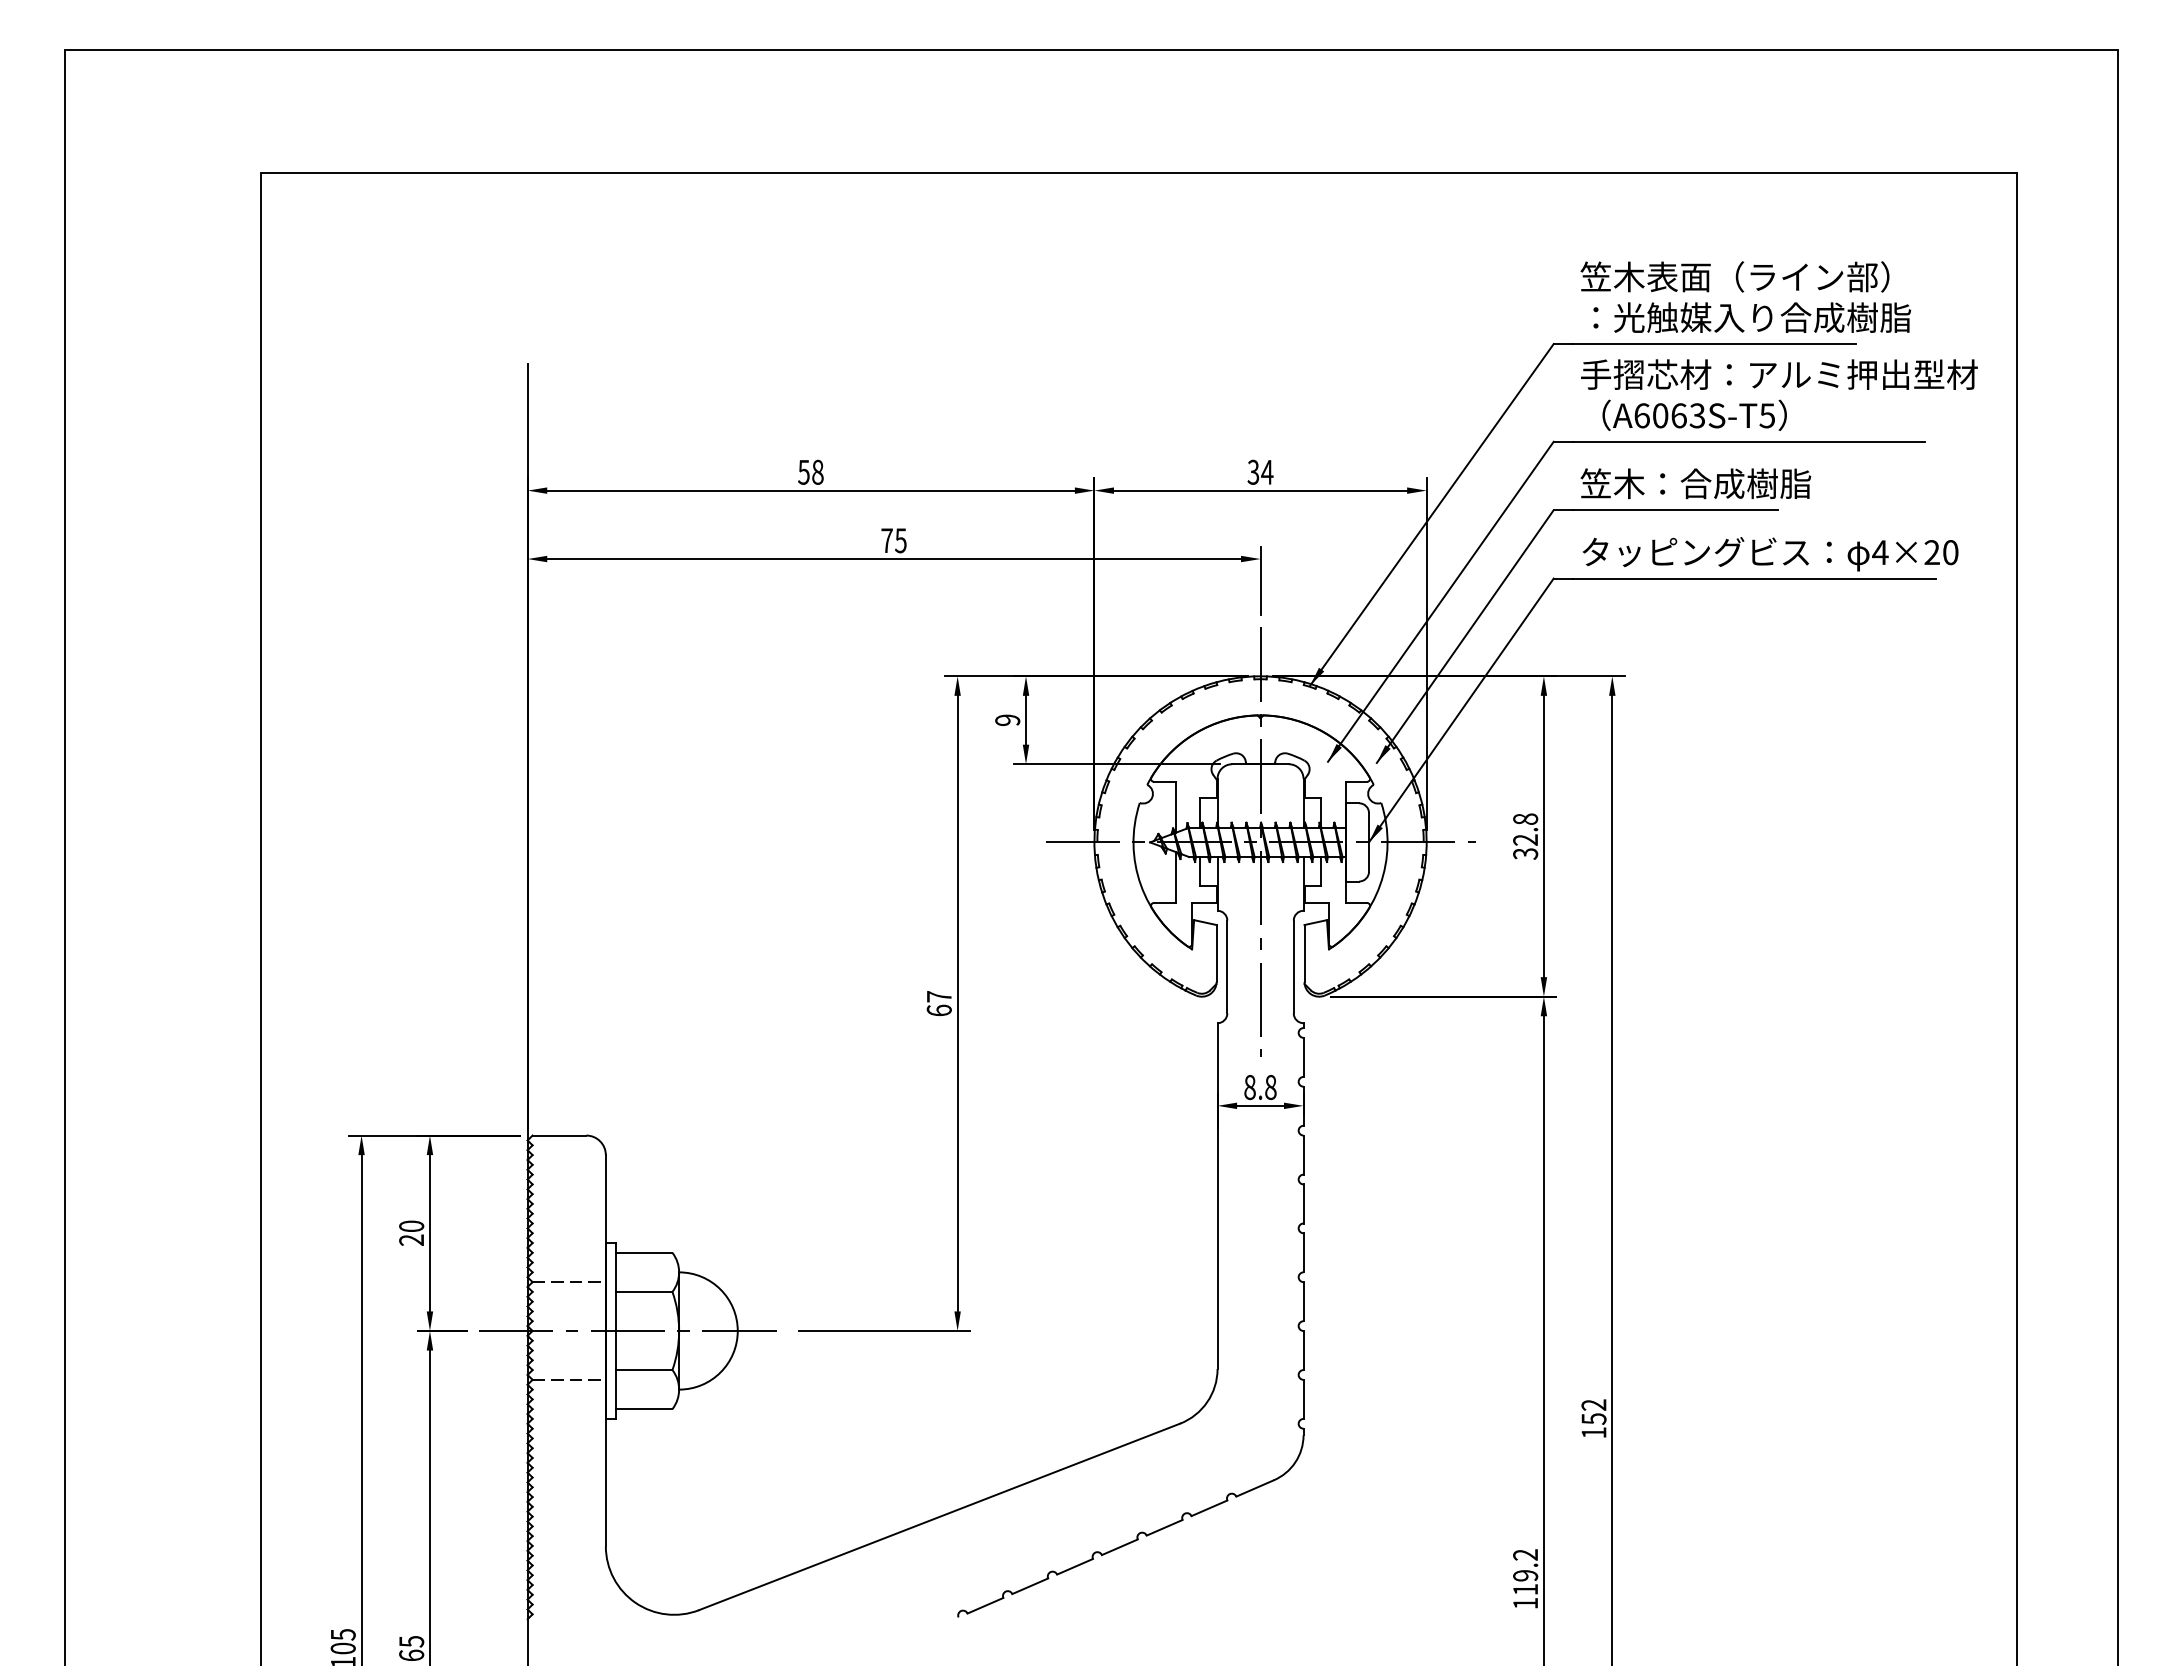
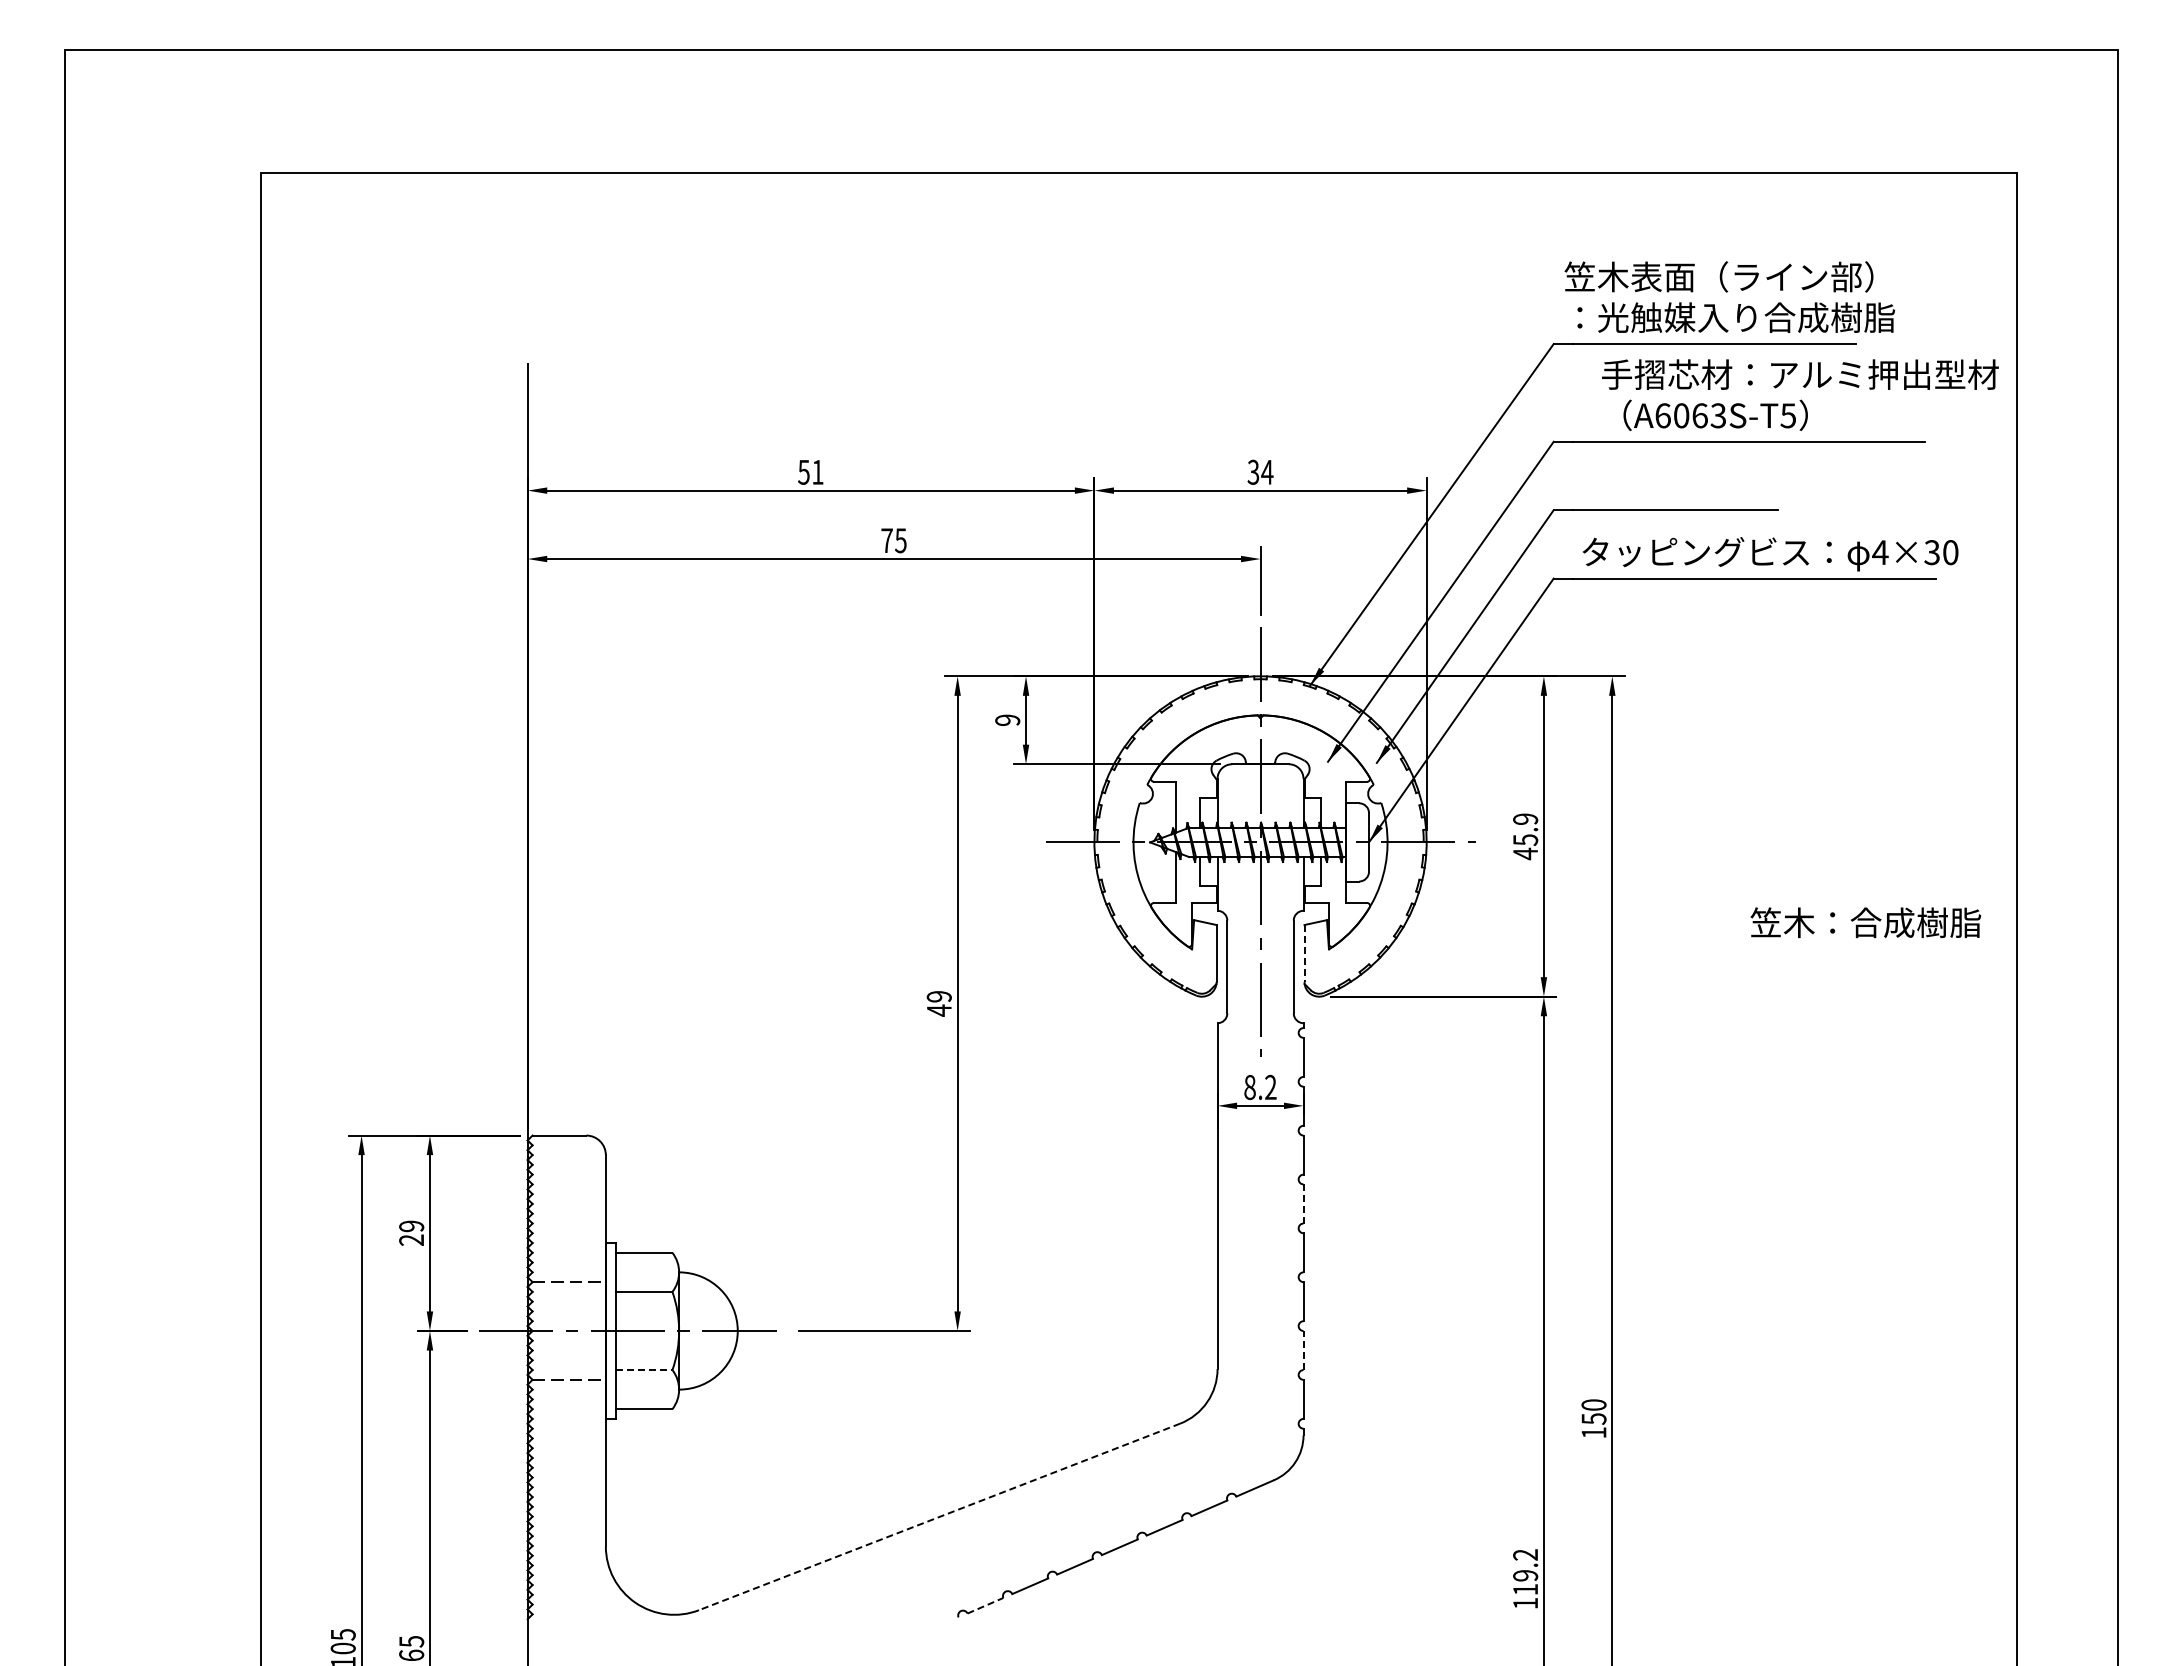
text at (1745, 296) position: (1745, 296) -> (1729, 296)
text at (1779, 394) position: (1779, 394) -> (1800, 394)
text at (817, 471): 58 -> 51
text at (1695, 483) position: (1695, 483) -> (1865, 922)
text at (1931, 552): 4×20 -> 4×30
text at (1525, 836): 32.8 -> 45.9
line at (1304, 953): solid -> dashed
text at (938, 1003): 67 -> 49
text at (1270, 1087): 8.8 -> 8.2
line at (1303, 1203): solid -> dashed
text at (411, 1226): 20 -> 29
line at (1303, 1350): solid -> dashed
line at (644, 1370): solid -> dashed
text at (1593, 1404): 152 -> 150
line at (939, 1517): solid -> dashed
line at (985, 1605): solid -> dashed
